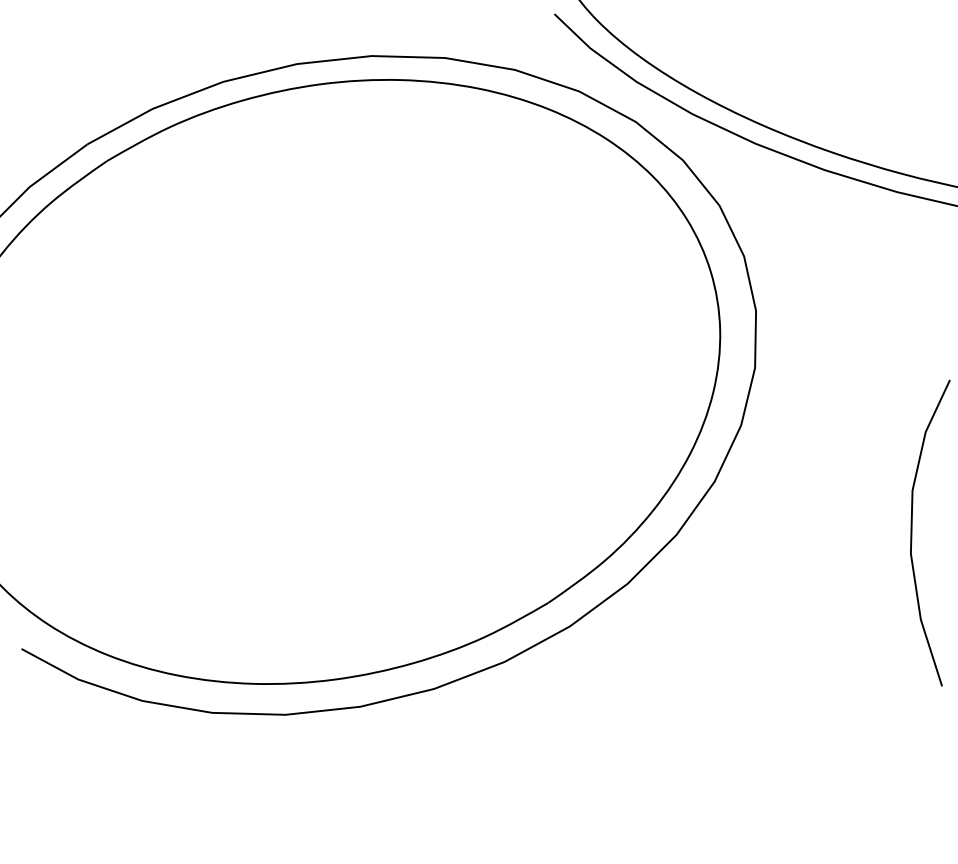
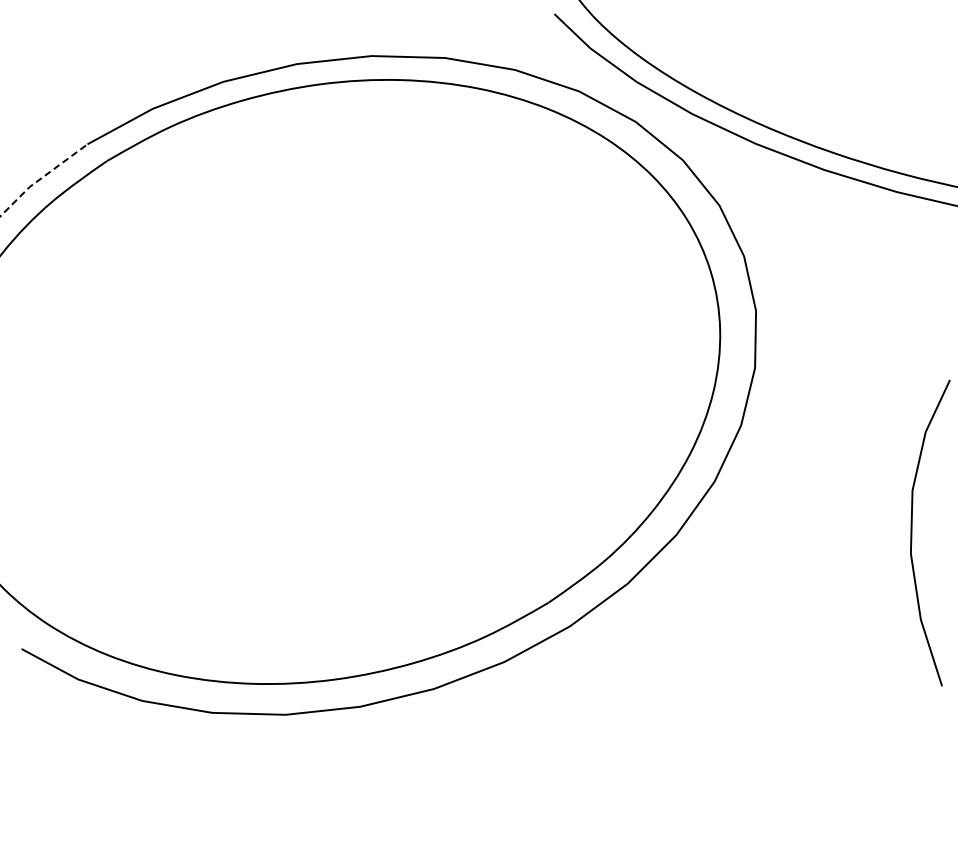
line at (41, 178): solid -> dashed
